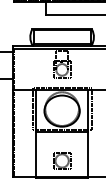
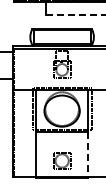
line at (75, 15): solid -> dashed
line at (88, 155): solid -> dashed
